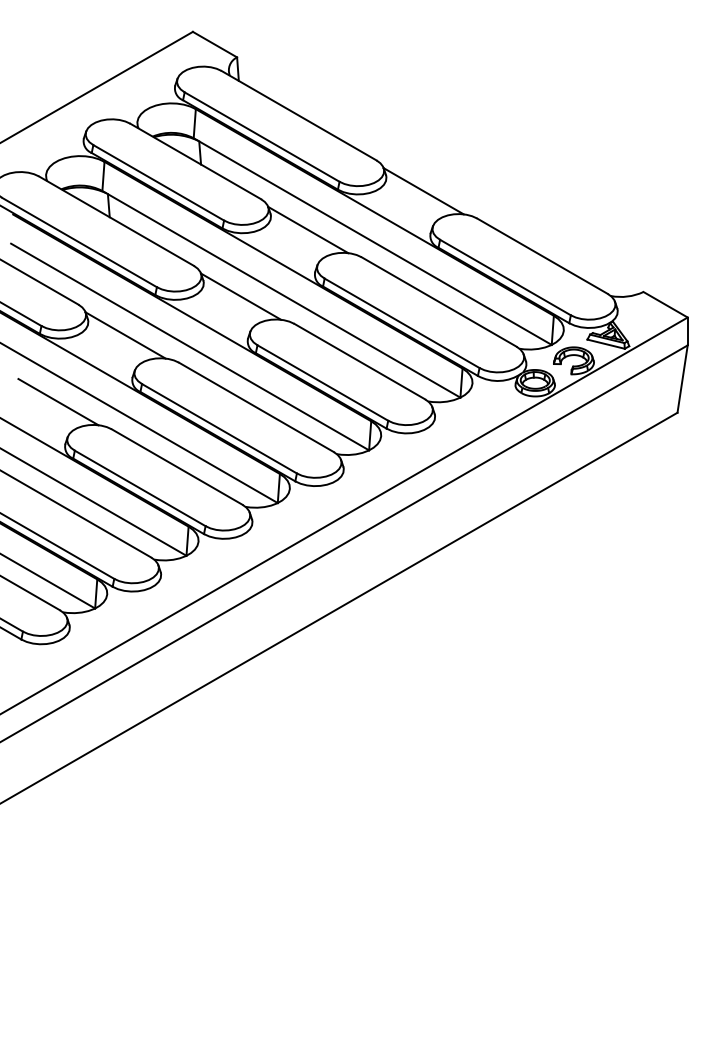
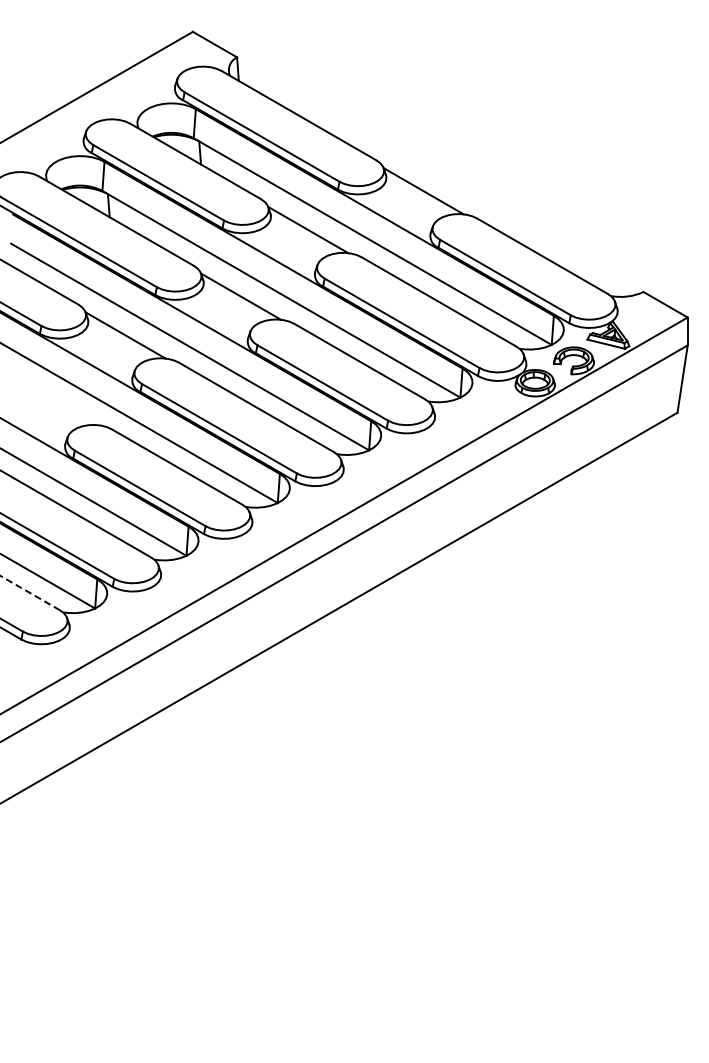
line at (58, 402): present -> none
line at (29, 592): solid -> dashed
